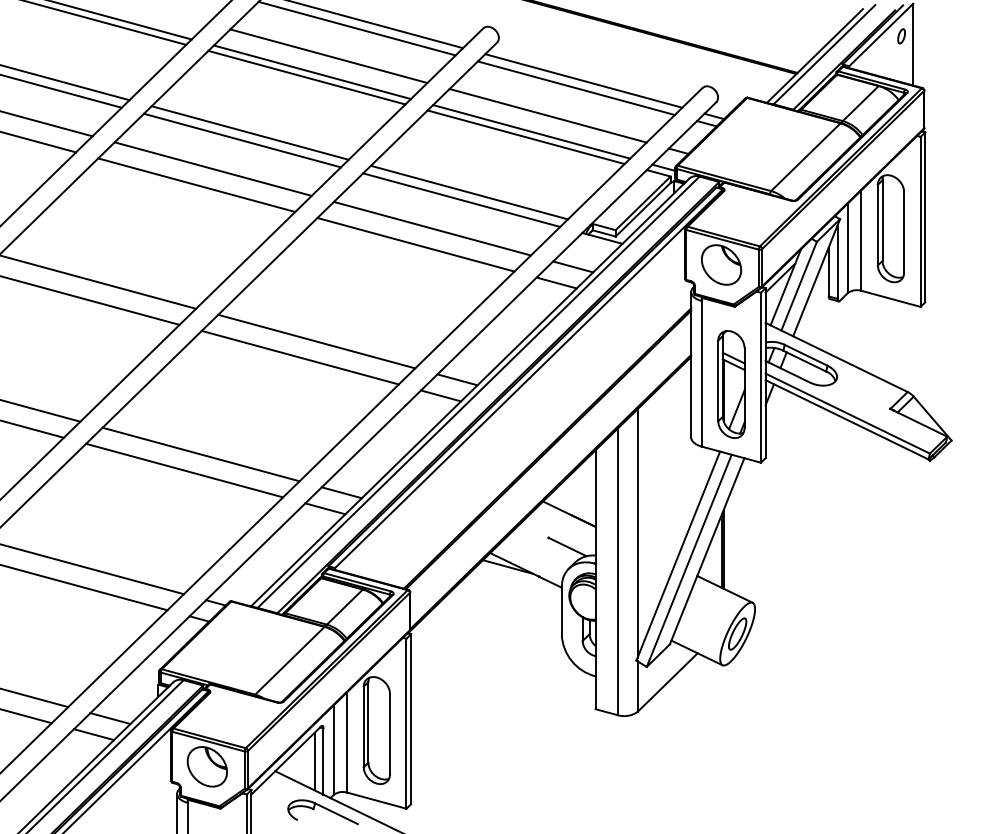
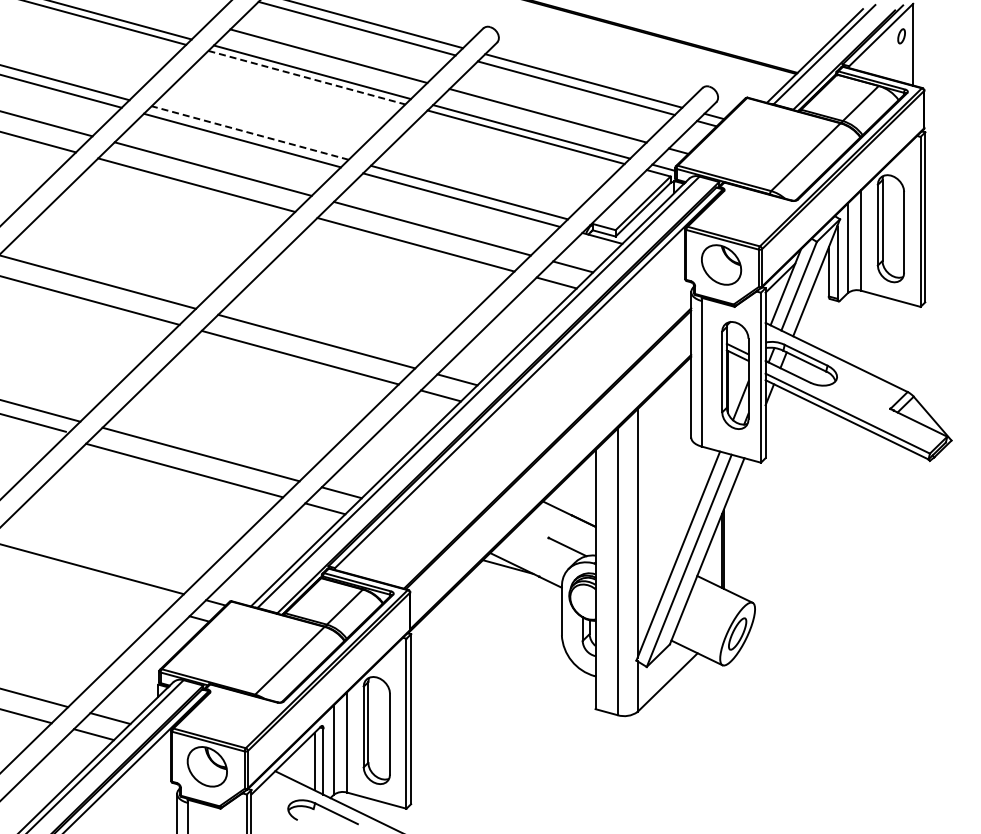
line at (307, 77): solid -> dashed
line at (249, 132): solid -> dashed
part at (731, 384) position: (731, 384) -> (735, 375)
line at (32, 428) position: (32, 428) -> (33, 422)
line at (84, 587): present -> none
